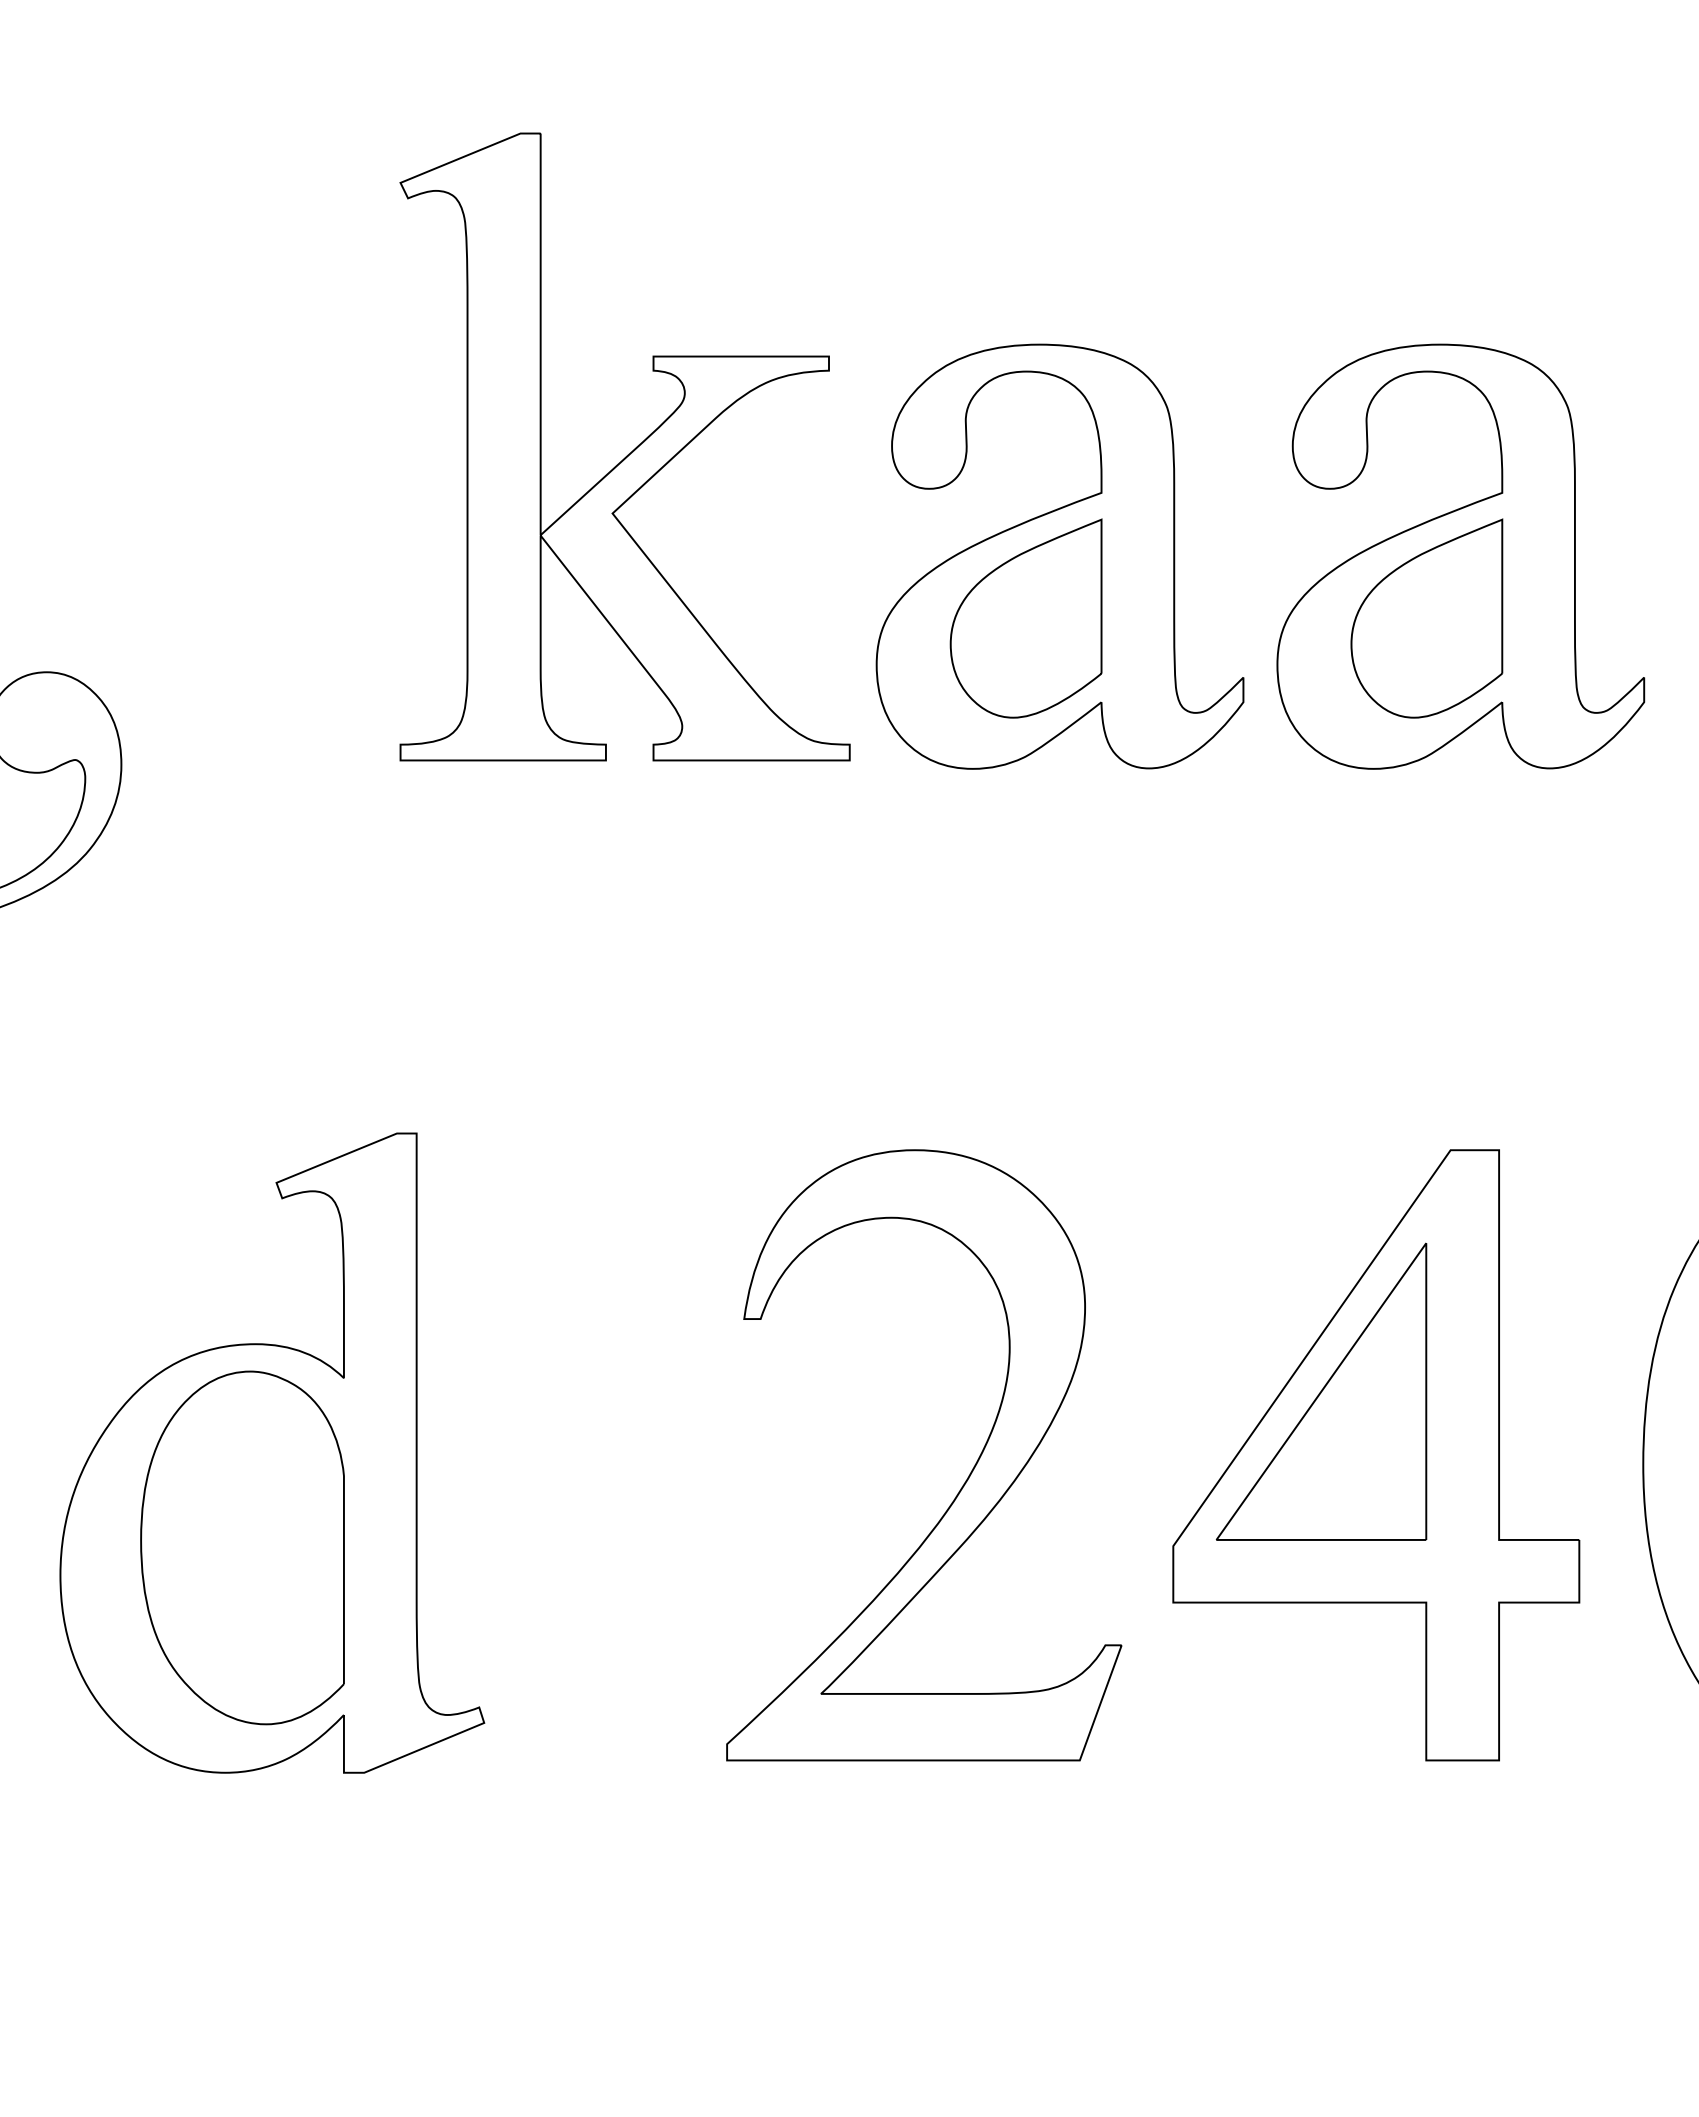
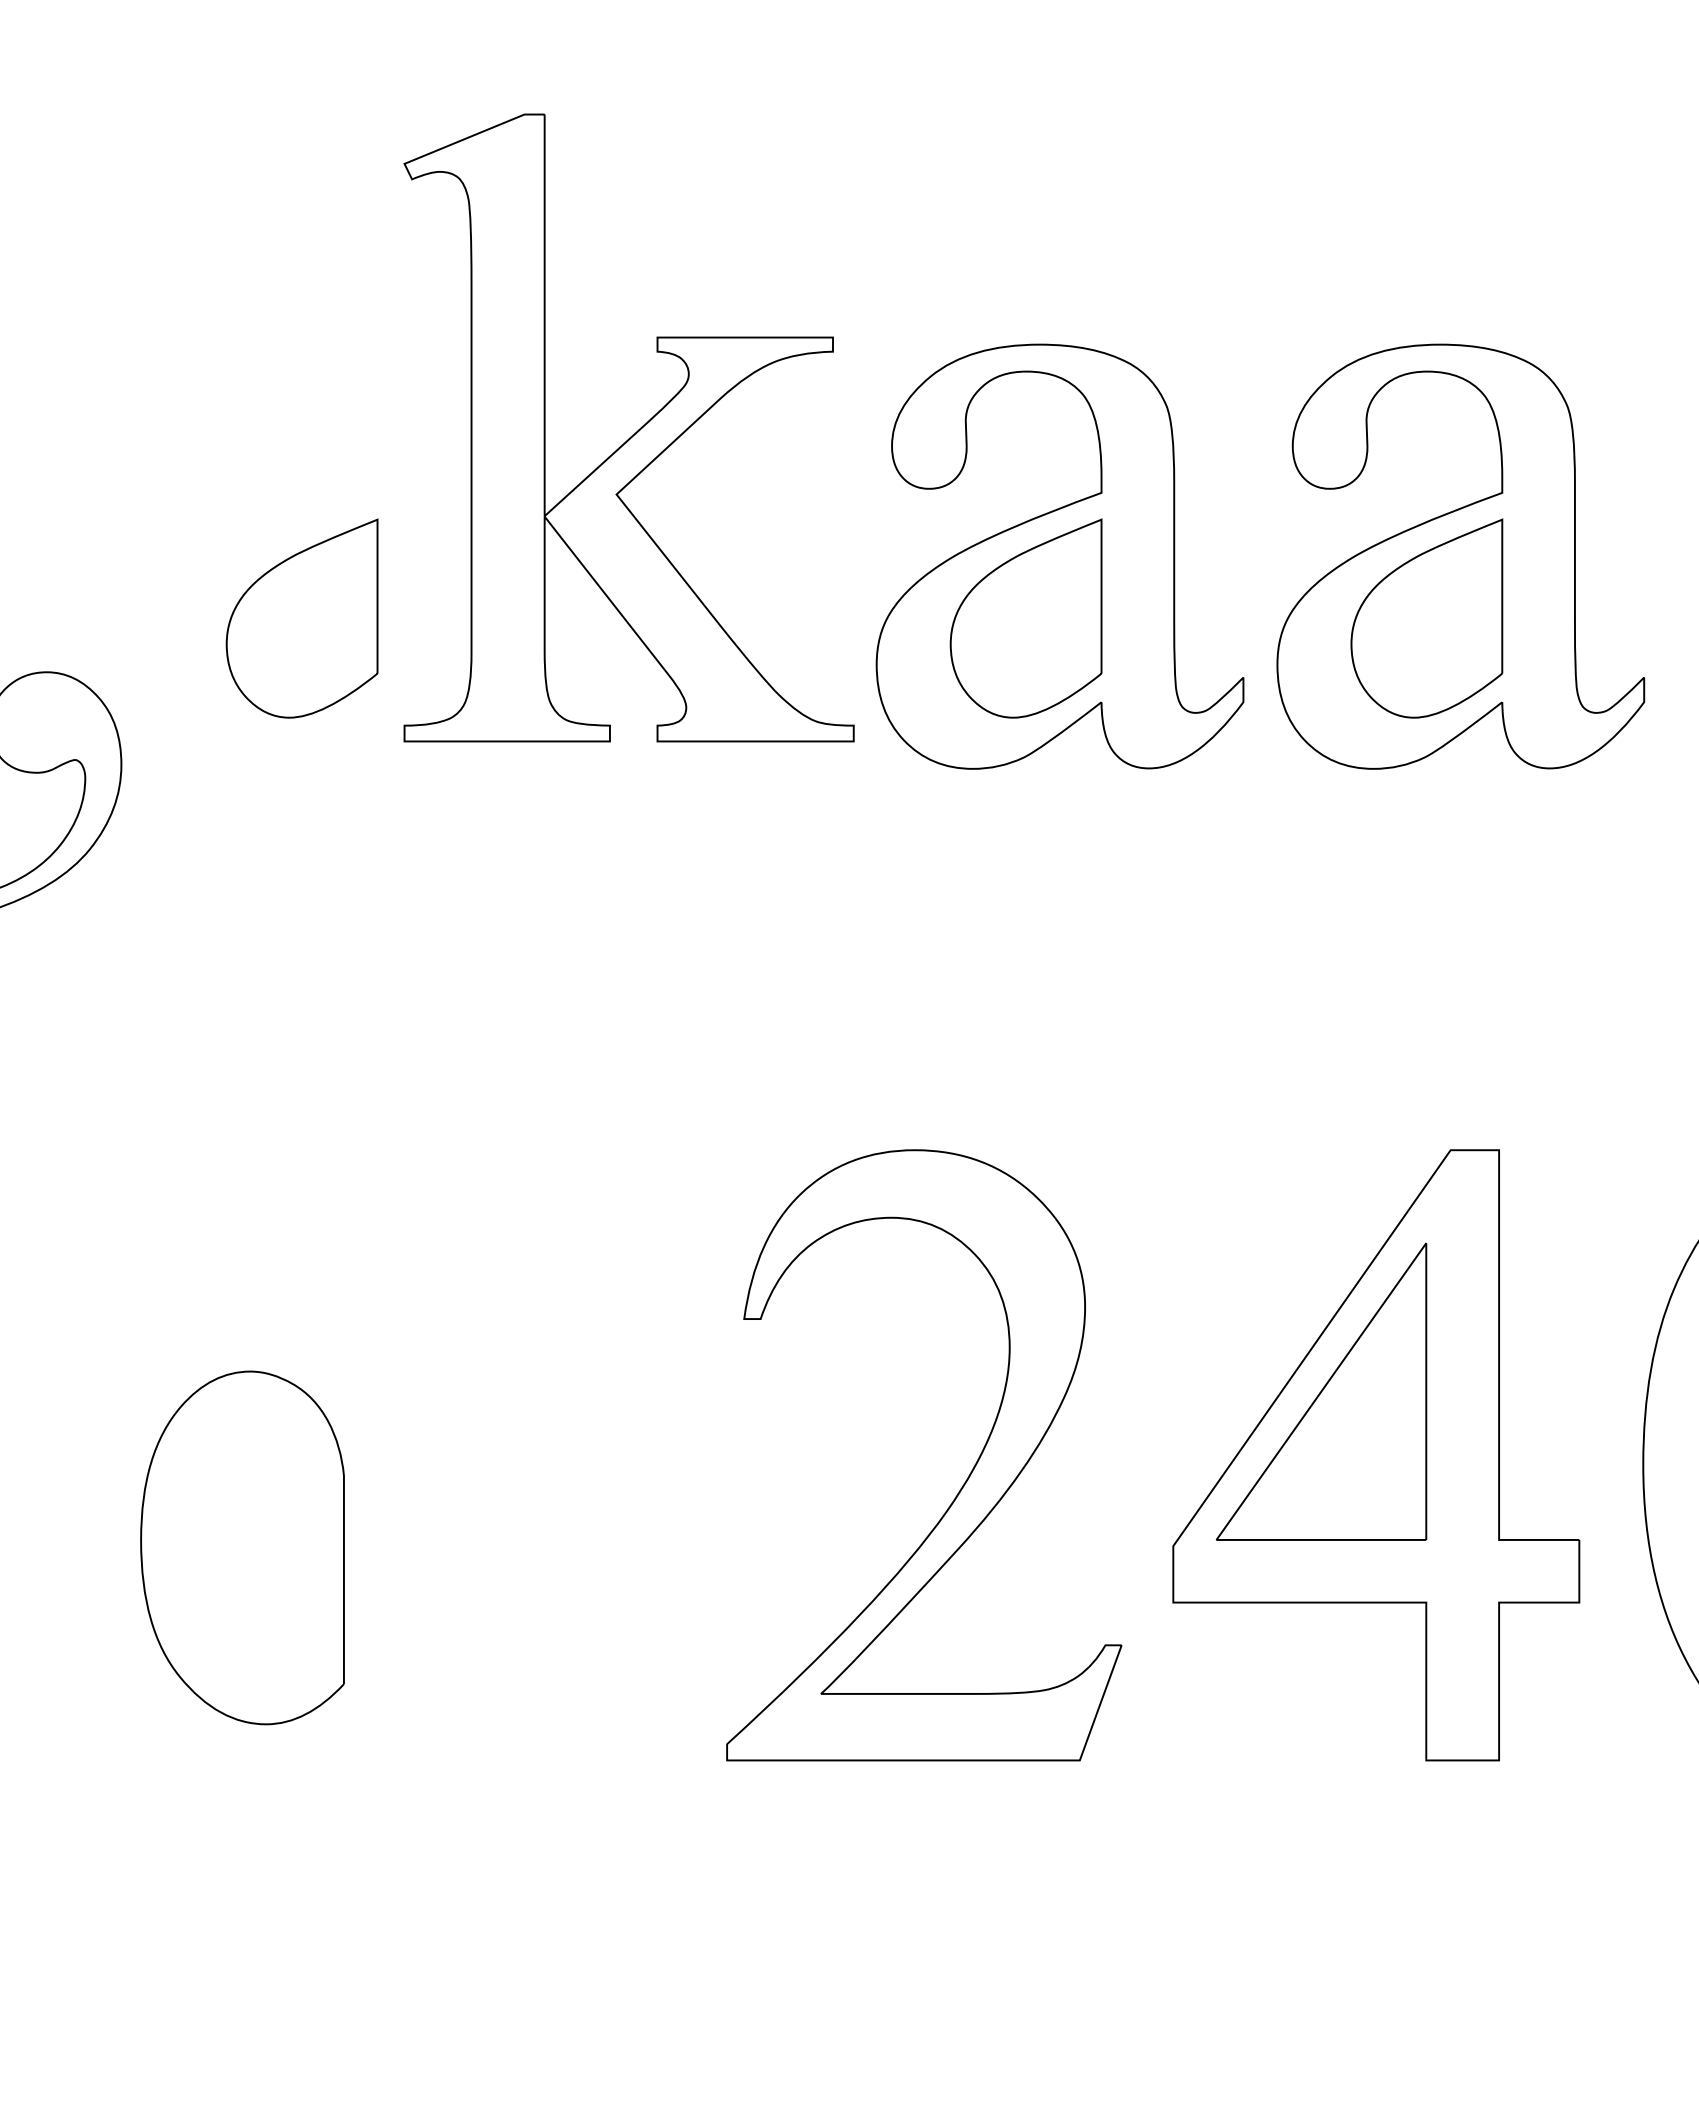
part at (630, 452) position: (630, 452) -> (634, 433)
part at (301, 618): none -> present
part at (272, 1452): present -> none
